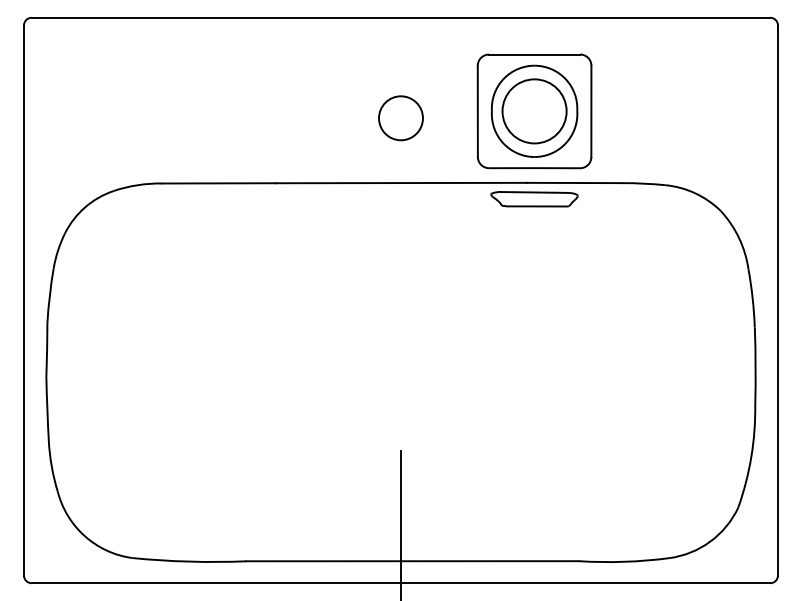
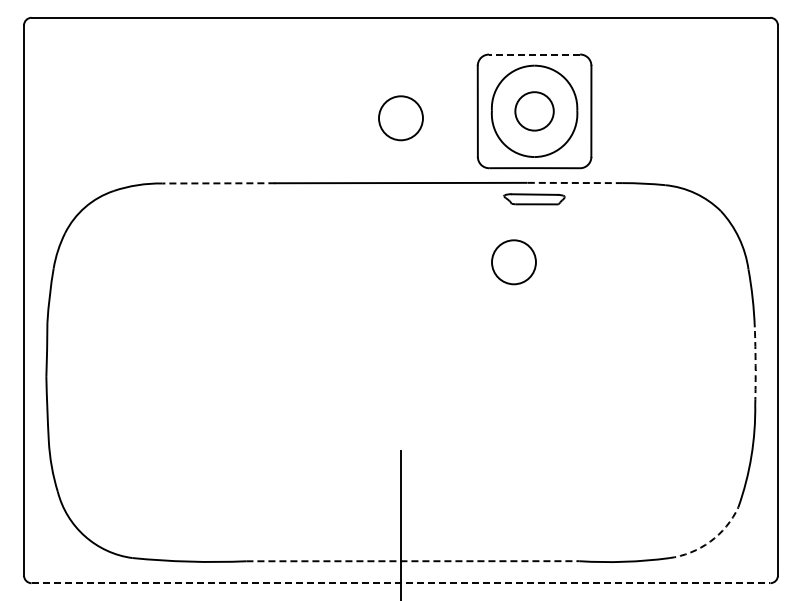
line at (534, 54): solid -> dashed
circle at (534, 111) diameter: 64 px -> 38 px
line at (574, 182): solid -> dashed
line at (218, 183): solid -> dashed
part at (534, 199) size: 89x17 px -> 63x13 px
circle at (513, 262): none -> present
arc at (755, 365): solid -> dashed
arc at (710, 541): solid -> dashed
line at (413, 561): solid -> dashed
line at (401, 583): solid -> dashed
